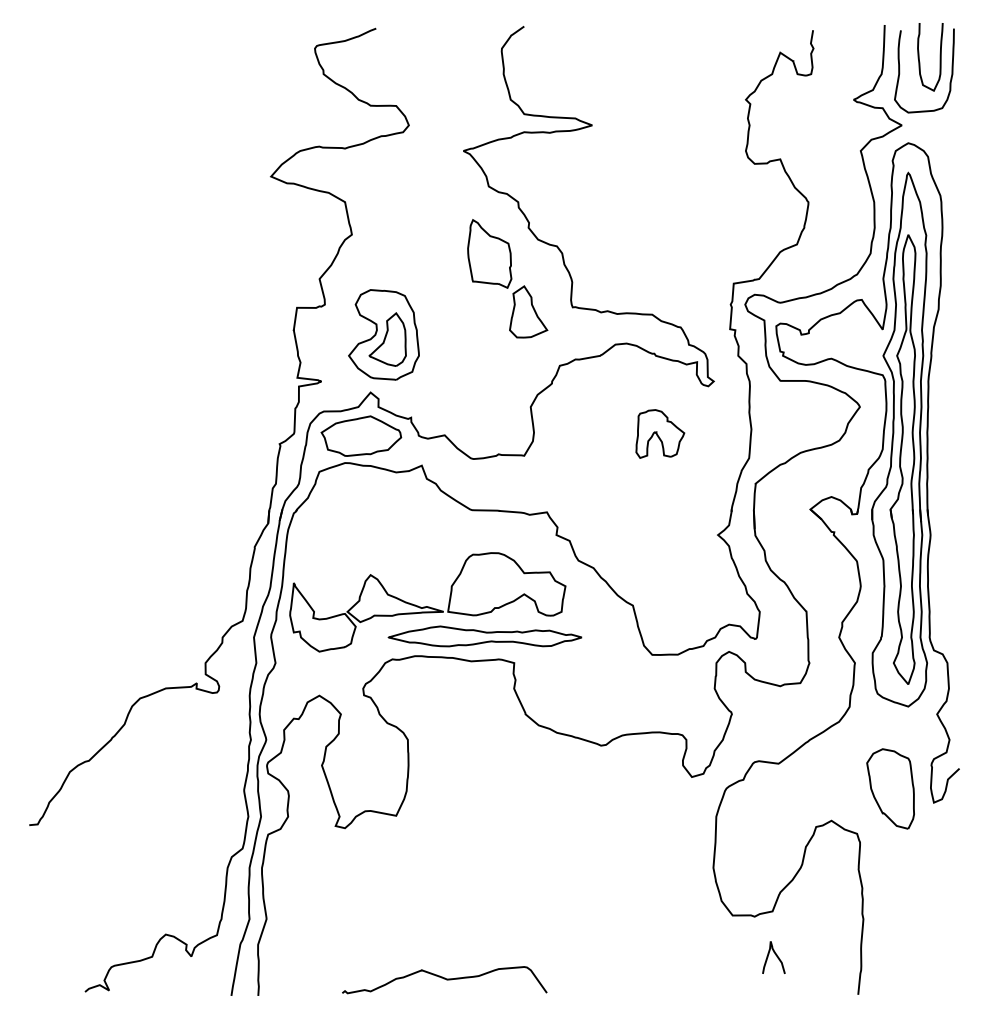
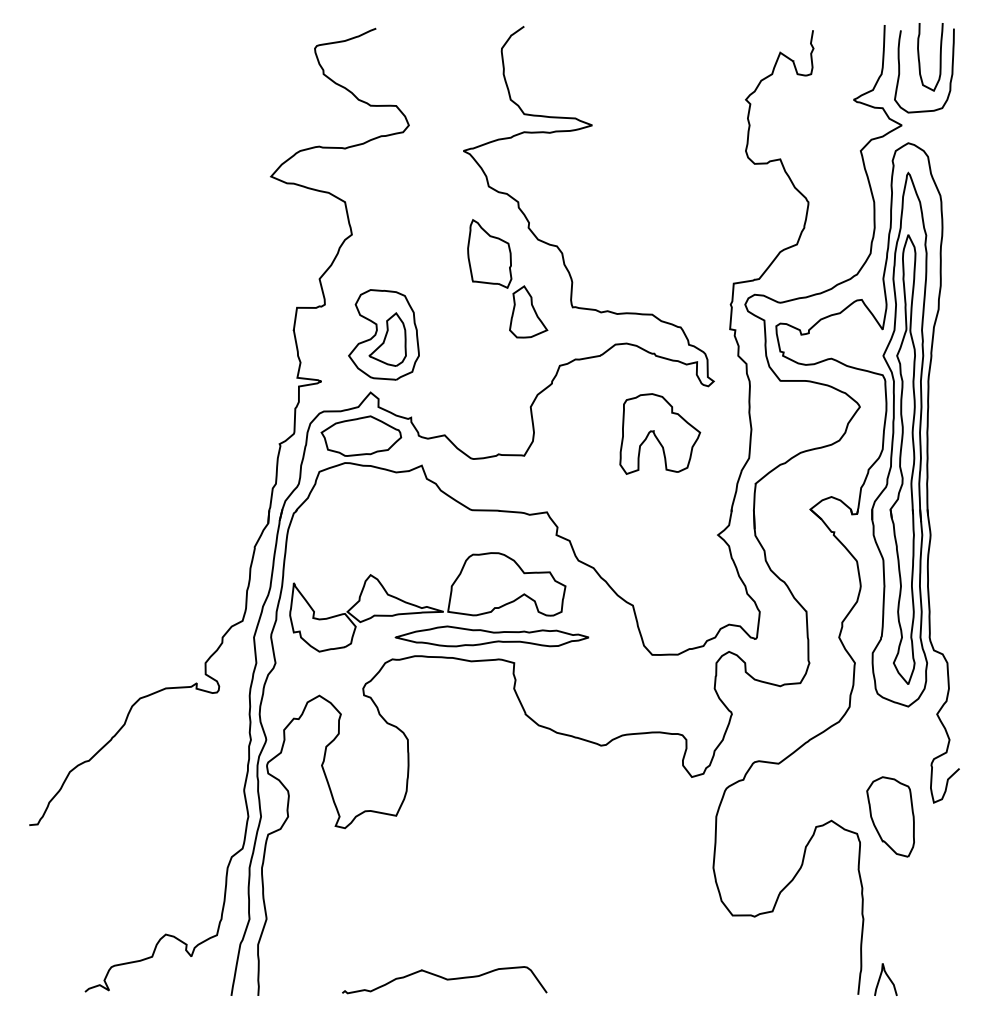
part at (660, 433) size: 51x50 px -> 83x82 px
part at (484, 636) position: (484, 636) -> (491, 636)
part at (890, 788) position: (890, 788) -> (890, 816)
curve at (775, 955) position: (775, 955) -> (887, 977)
